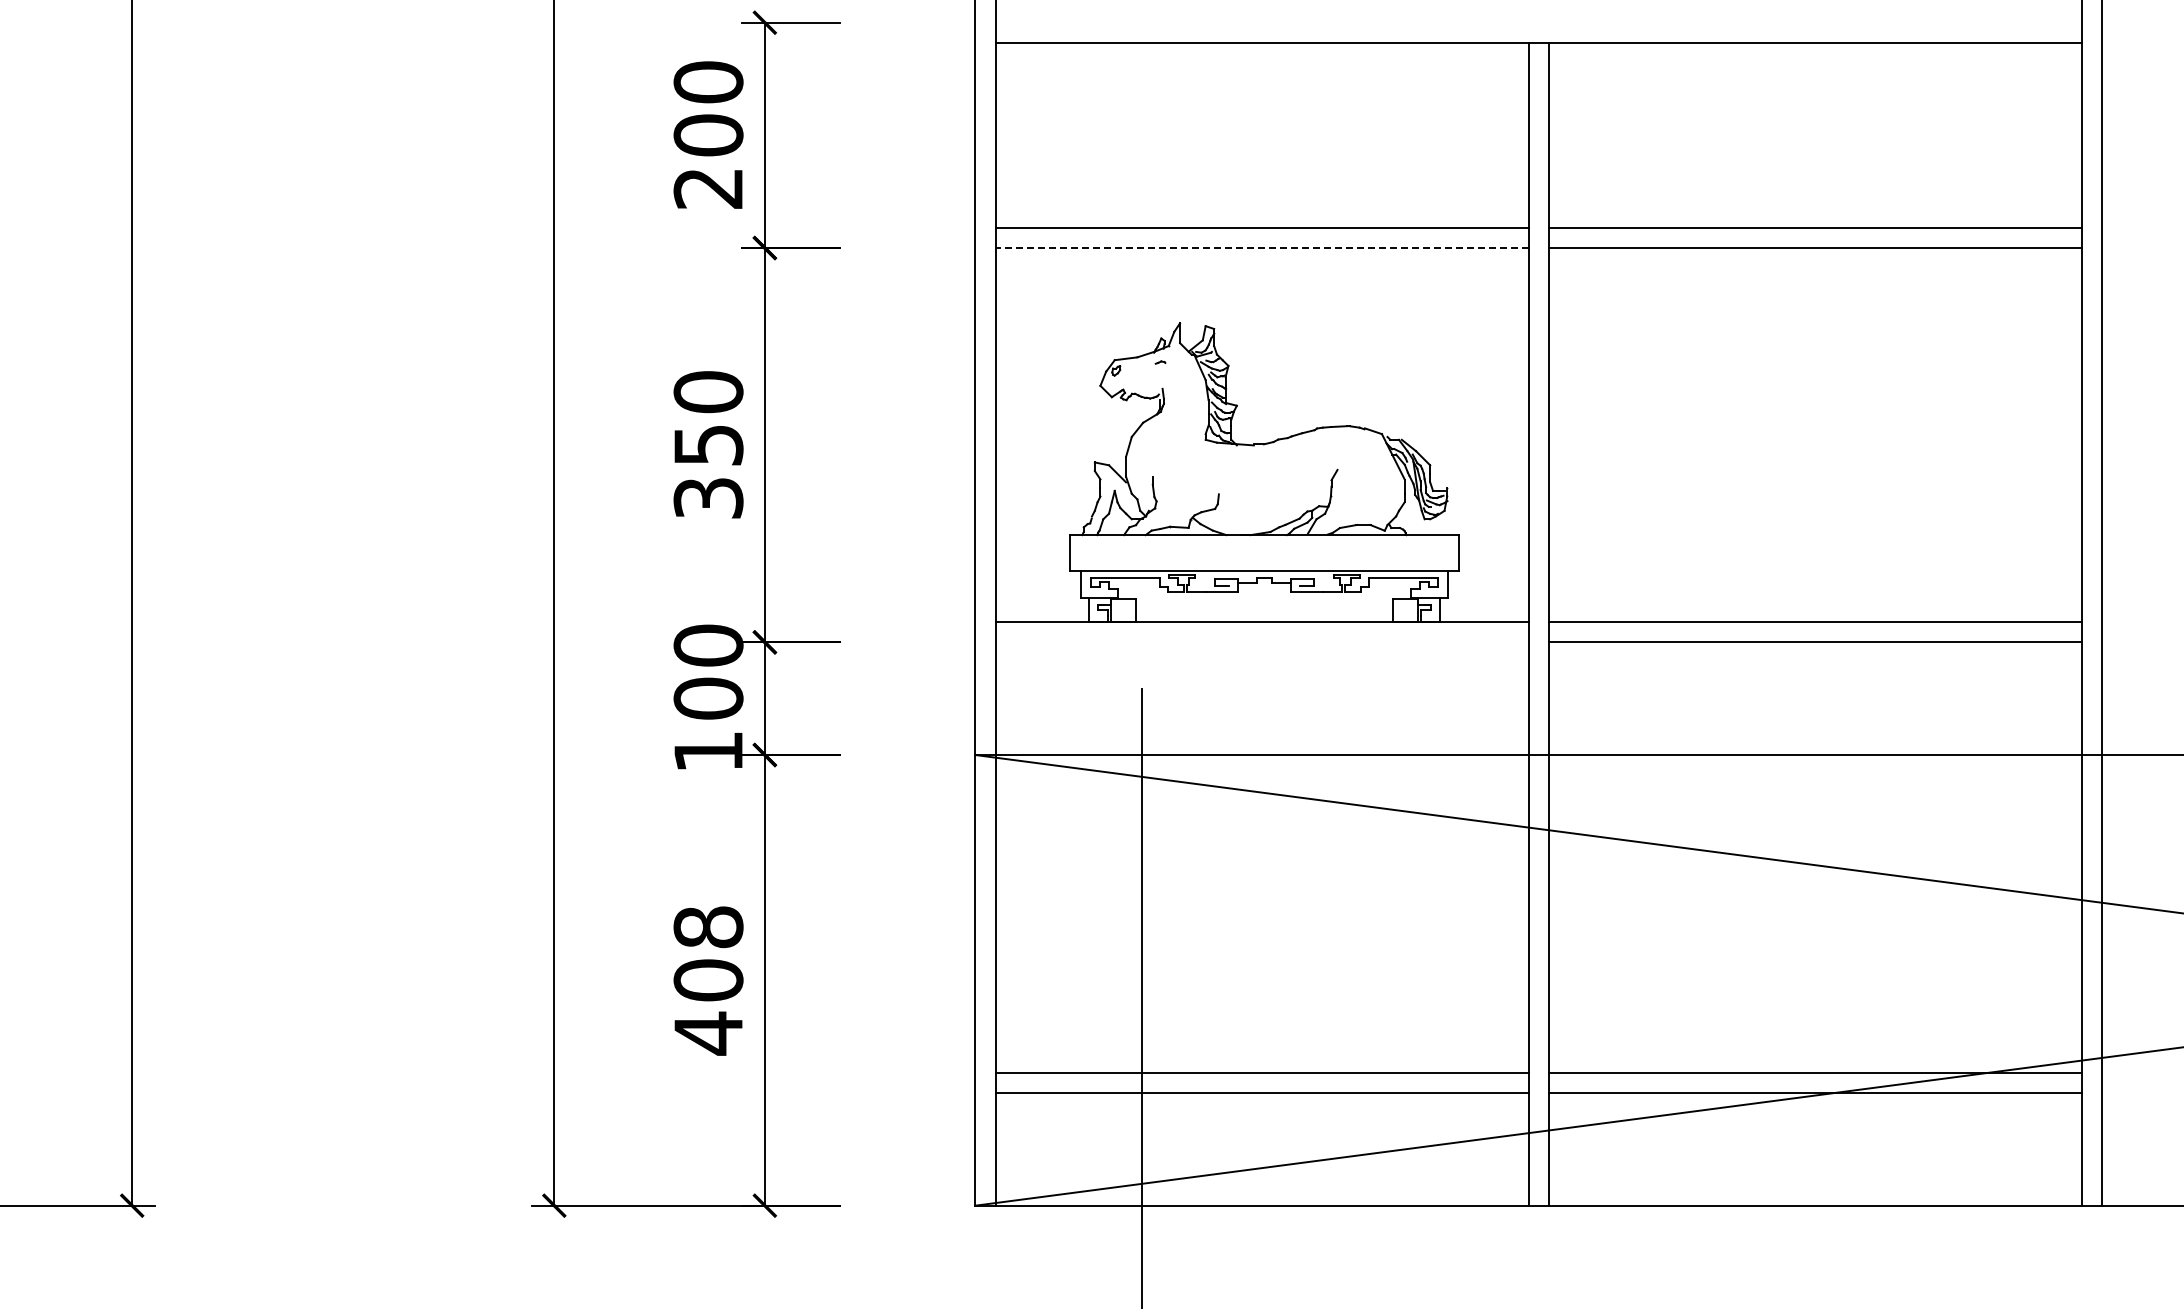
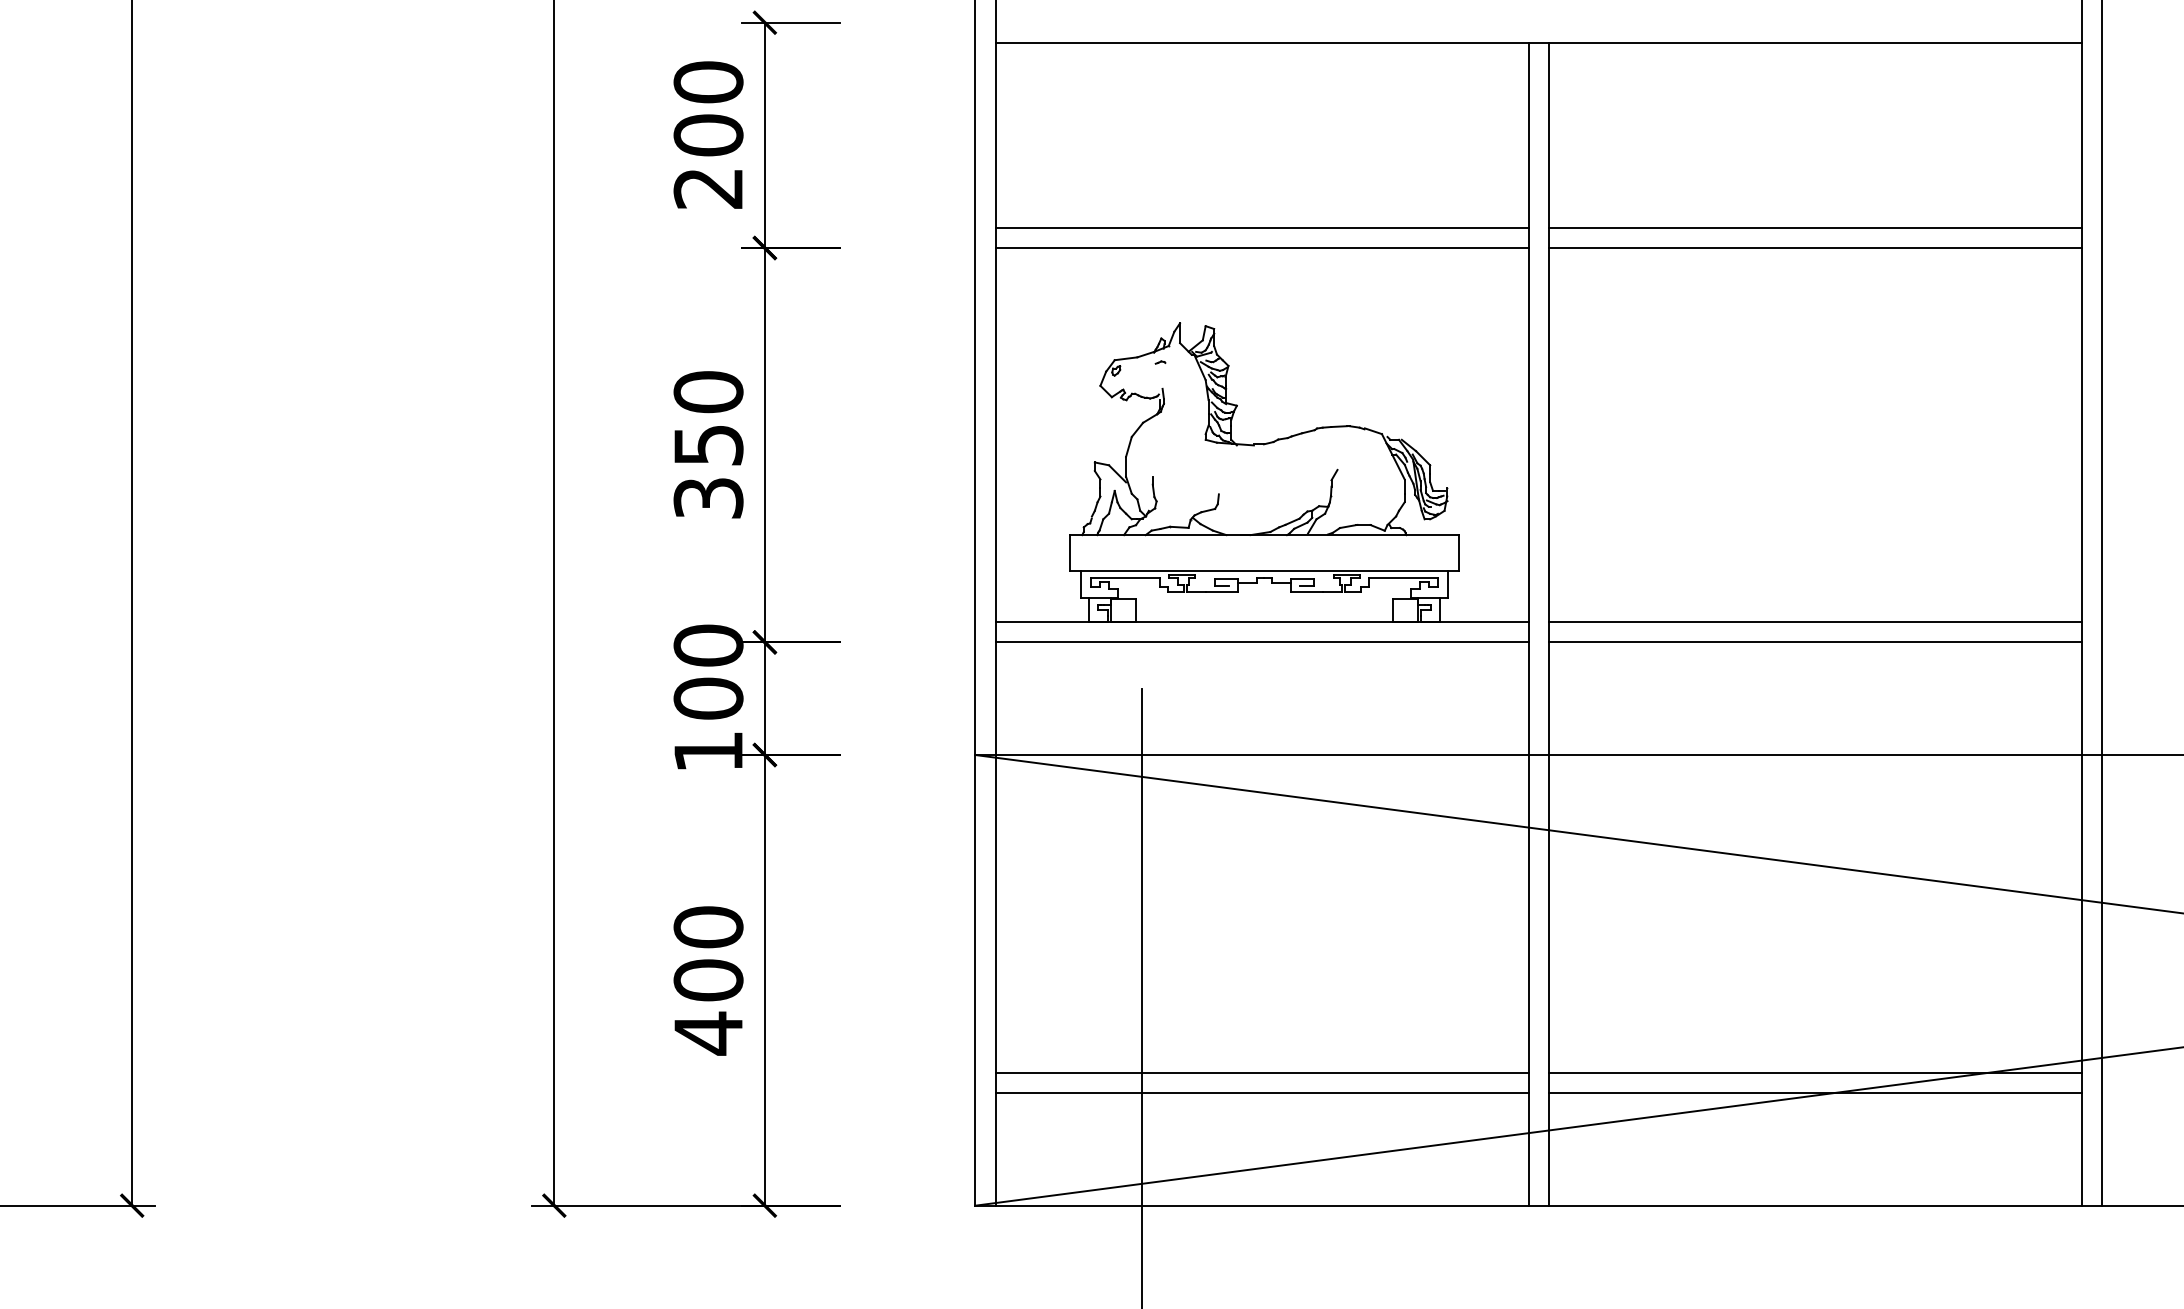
line at (1261, 248): dashed -> solid
line at (1261, 642): none -> present
text at (708, 927): 408 -> 400
